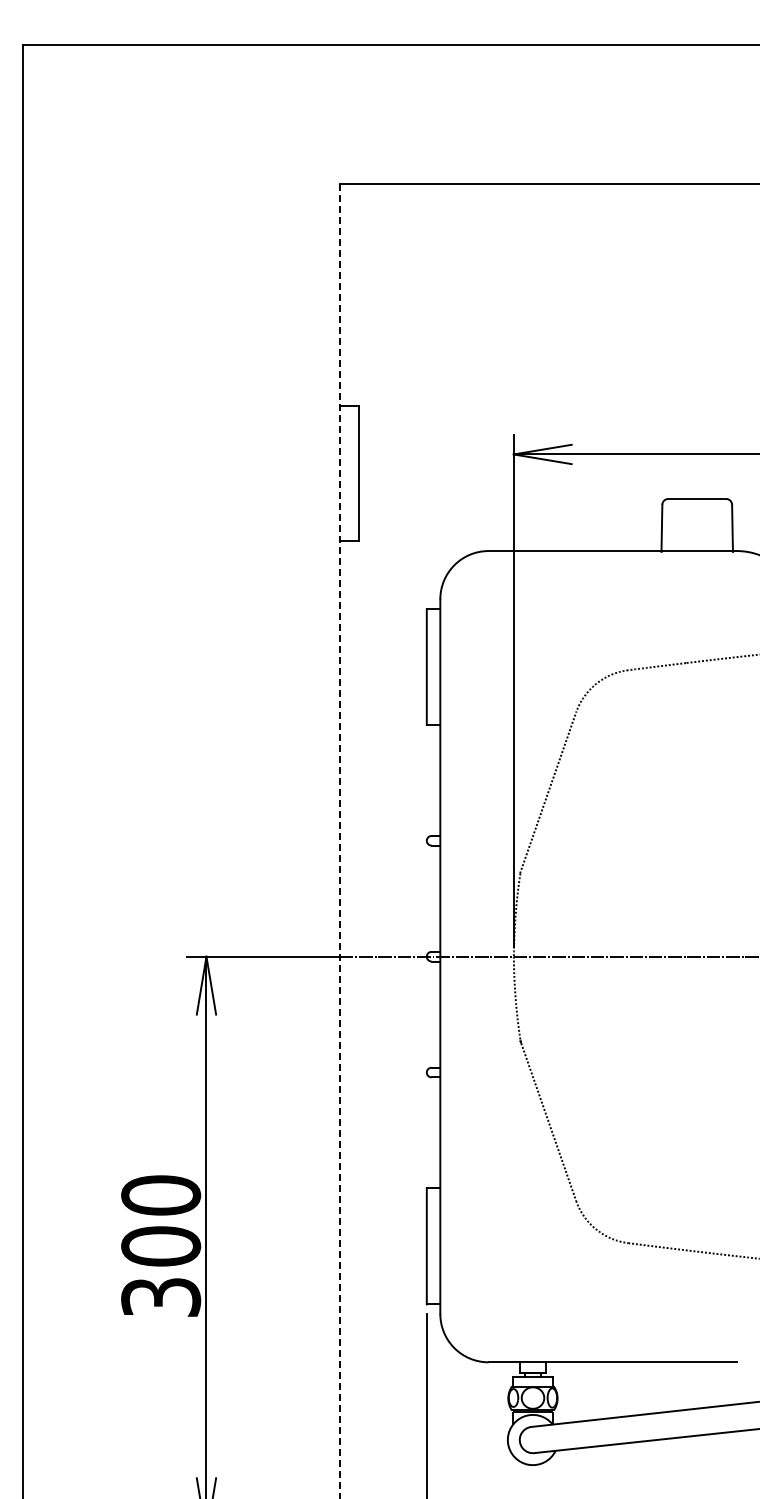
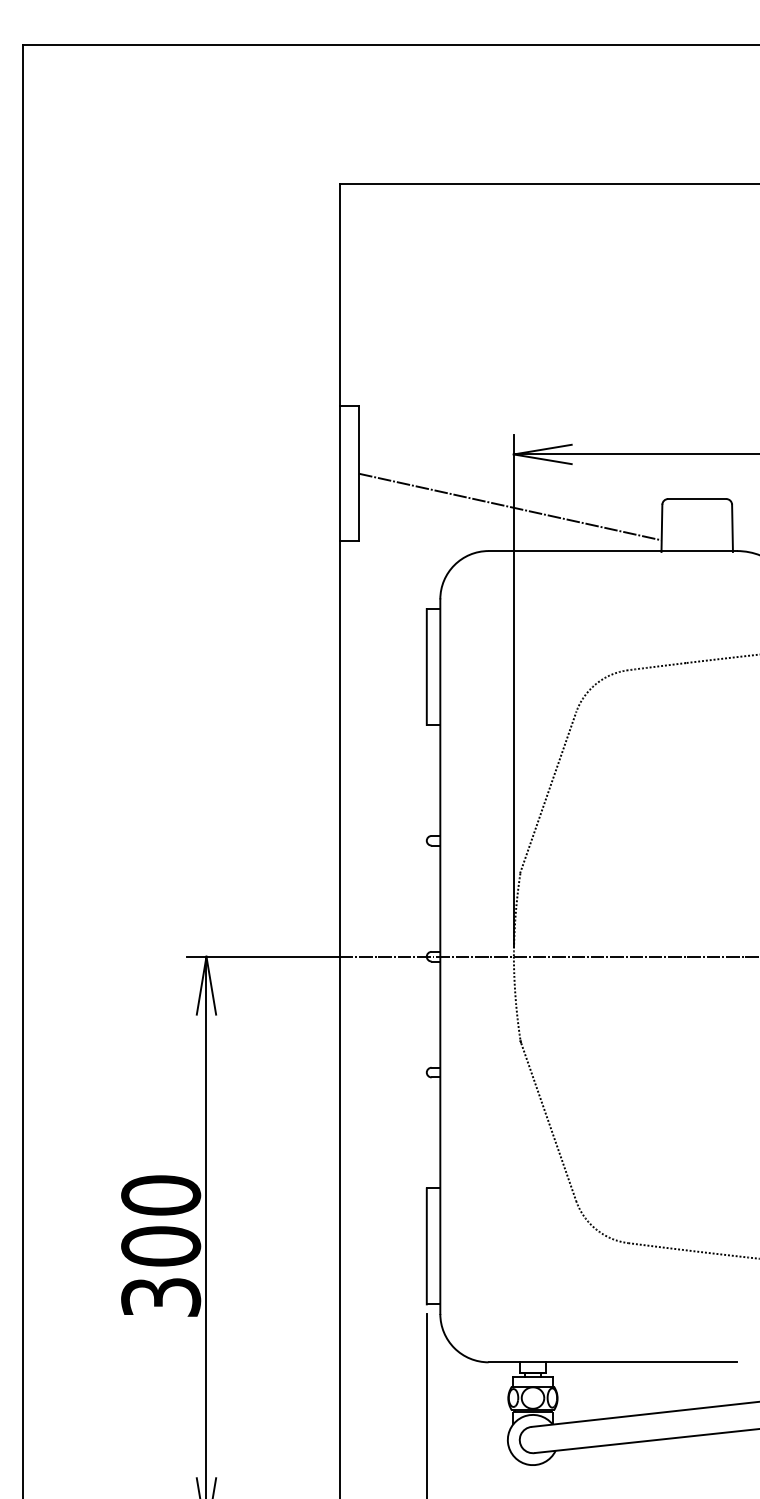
line at (510, 506): none -> present
line at (339, 841): dashed -> solid
